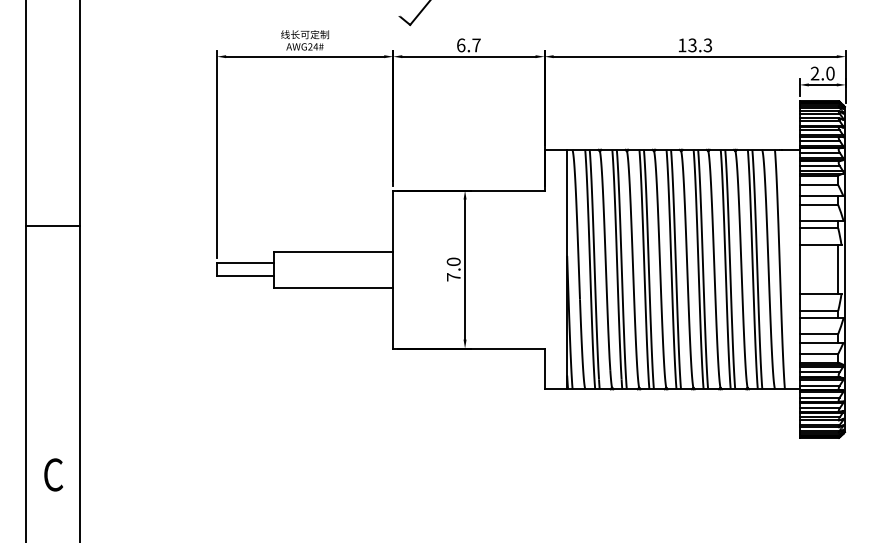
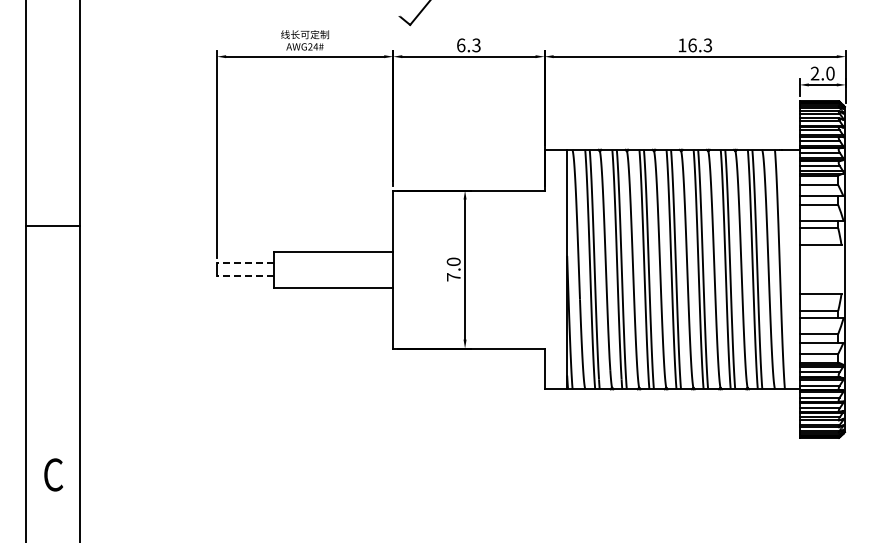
text at (476, 45): 6.7 -> 6.3
text at (692, 45): 13.3 -> 16.3
line at (244, 262): solid -> dashed
line at (838, 269): present -> none
line at (244, 276): solid -> dashed
